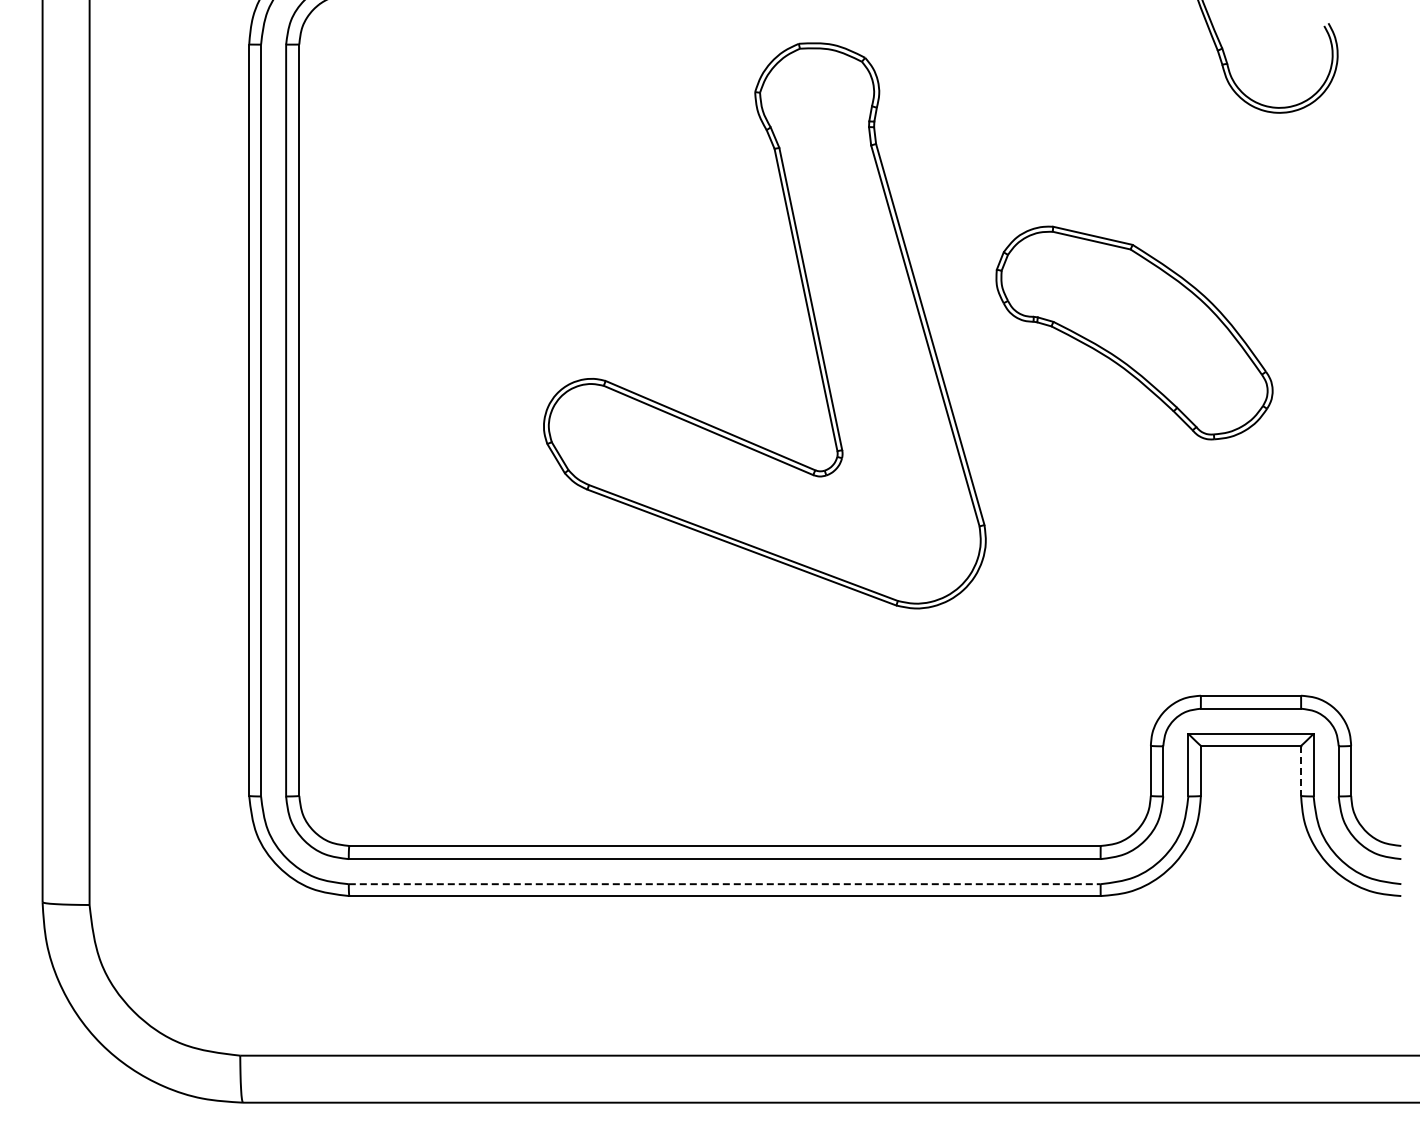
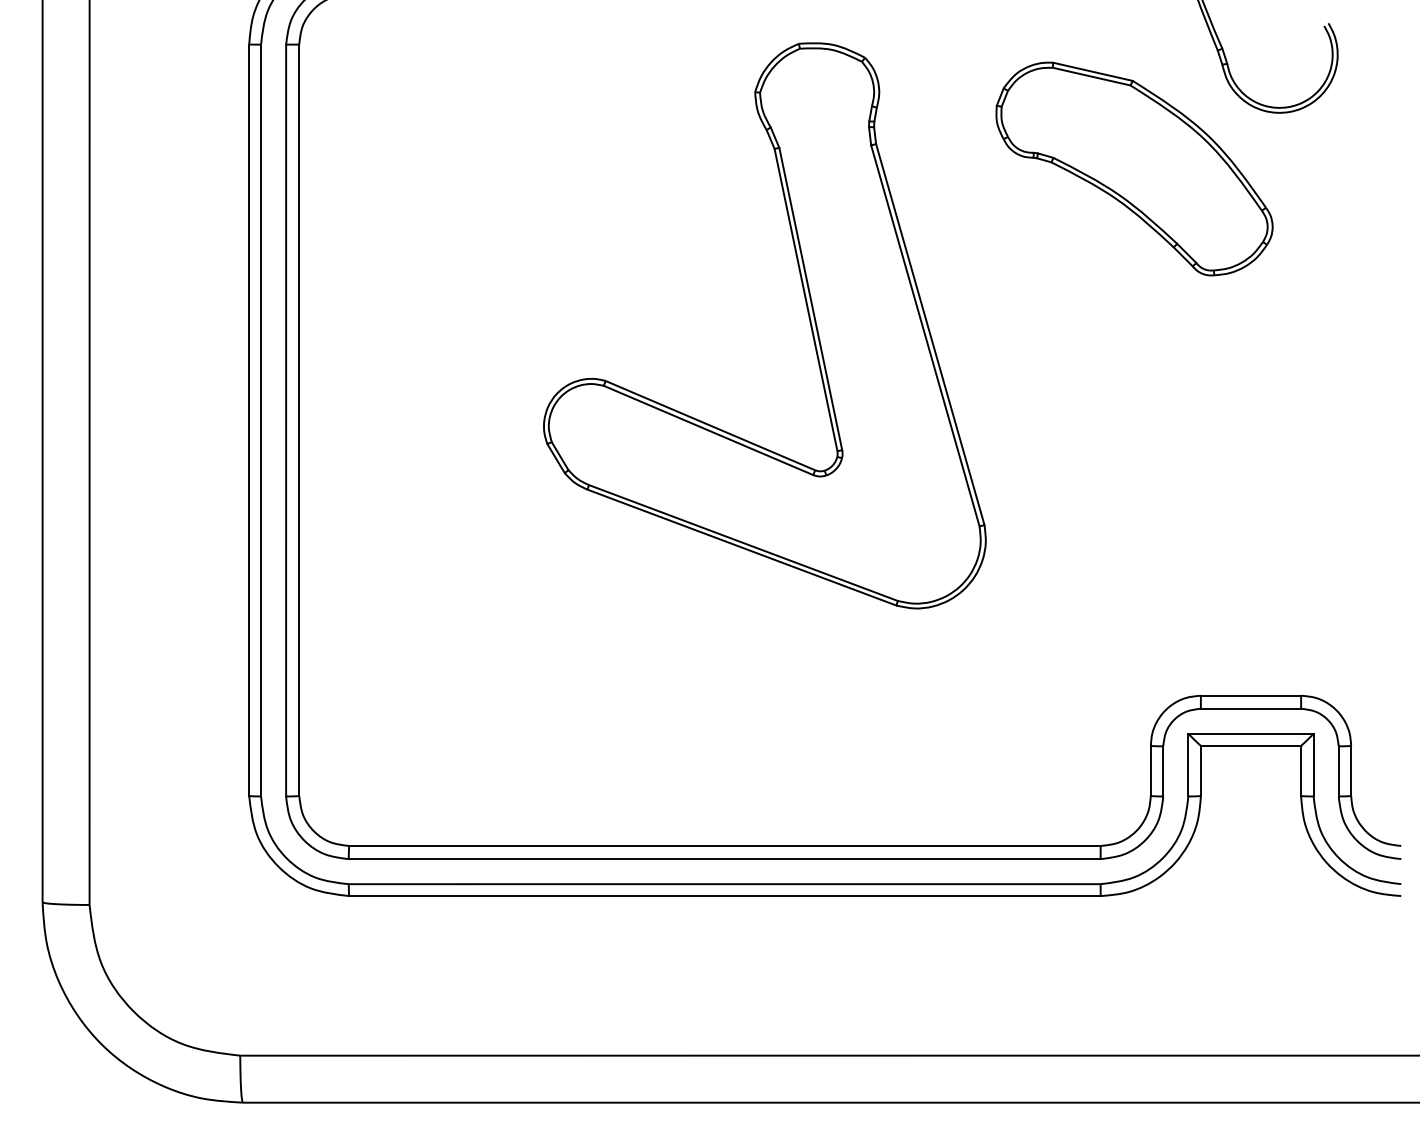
part at (1134, 332) position: (1134, 332) -> (1134, 168)
line at (1301, 771): dashed -> solid
line at (724, 884): dashed -> solid
